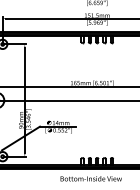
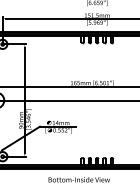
text at (90, 178) position: (90, 178) -> (78, 179)
